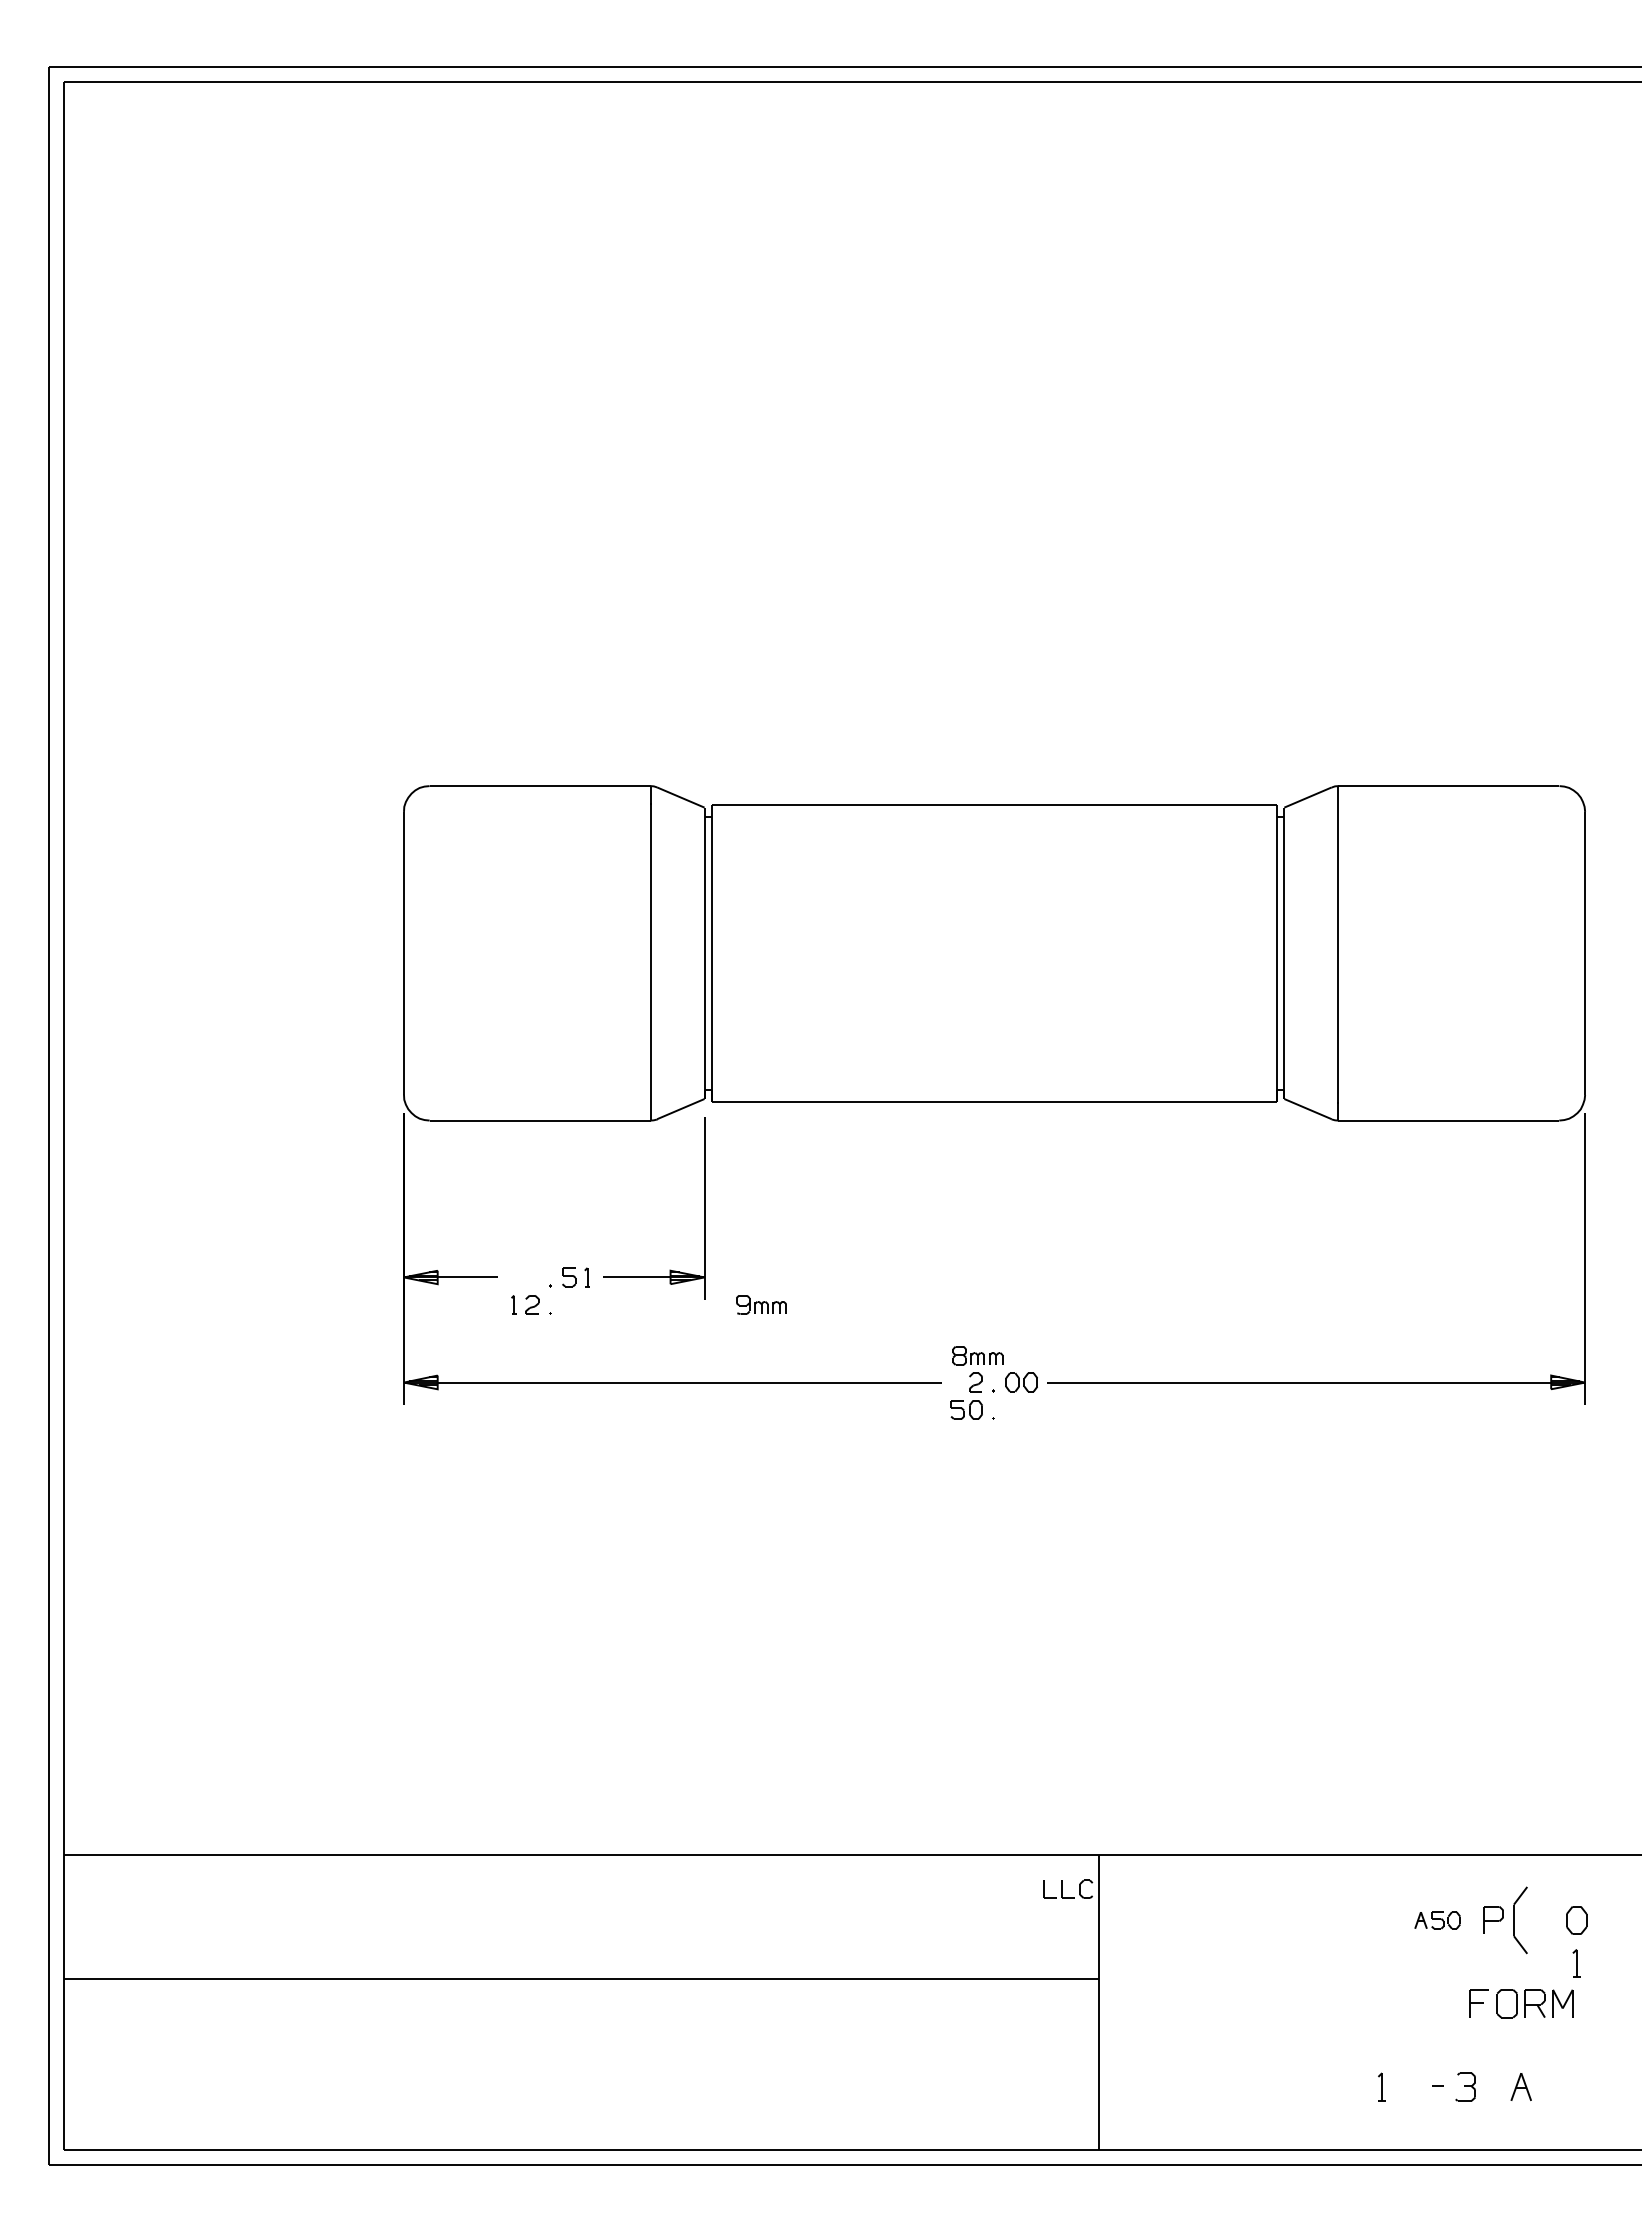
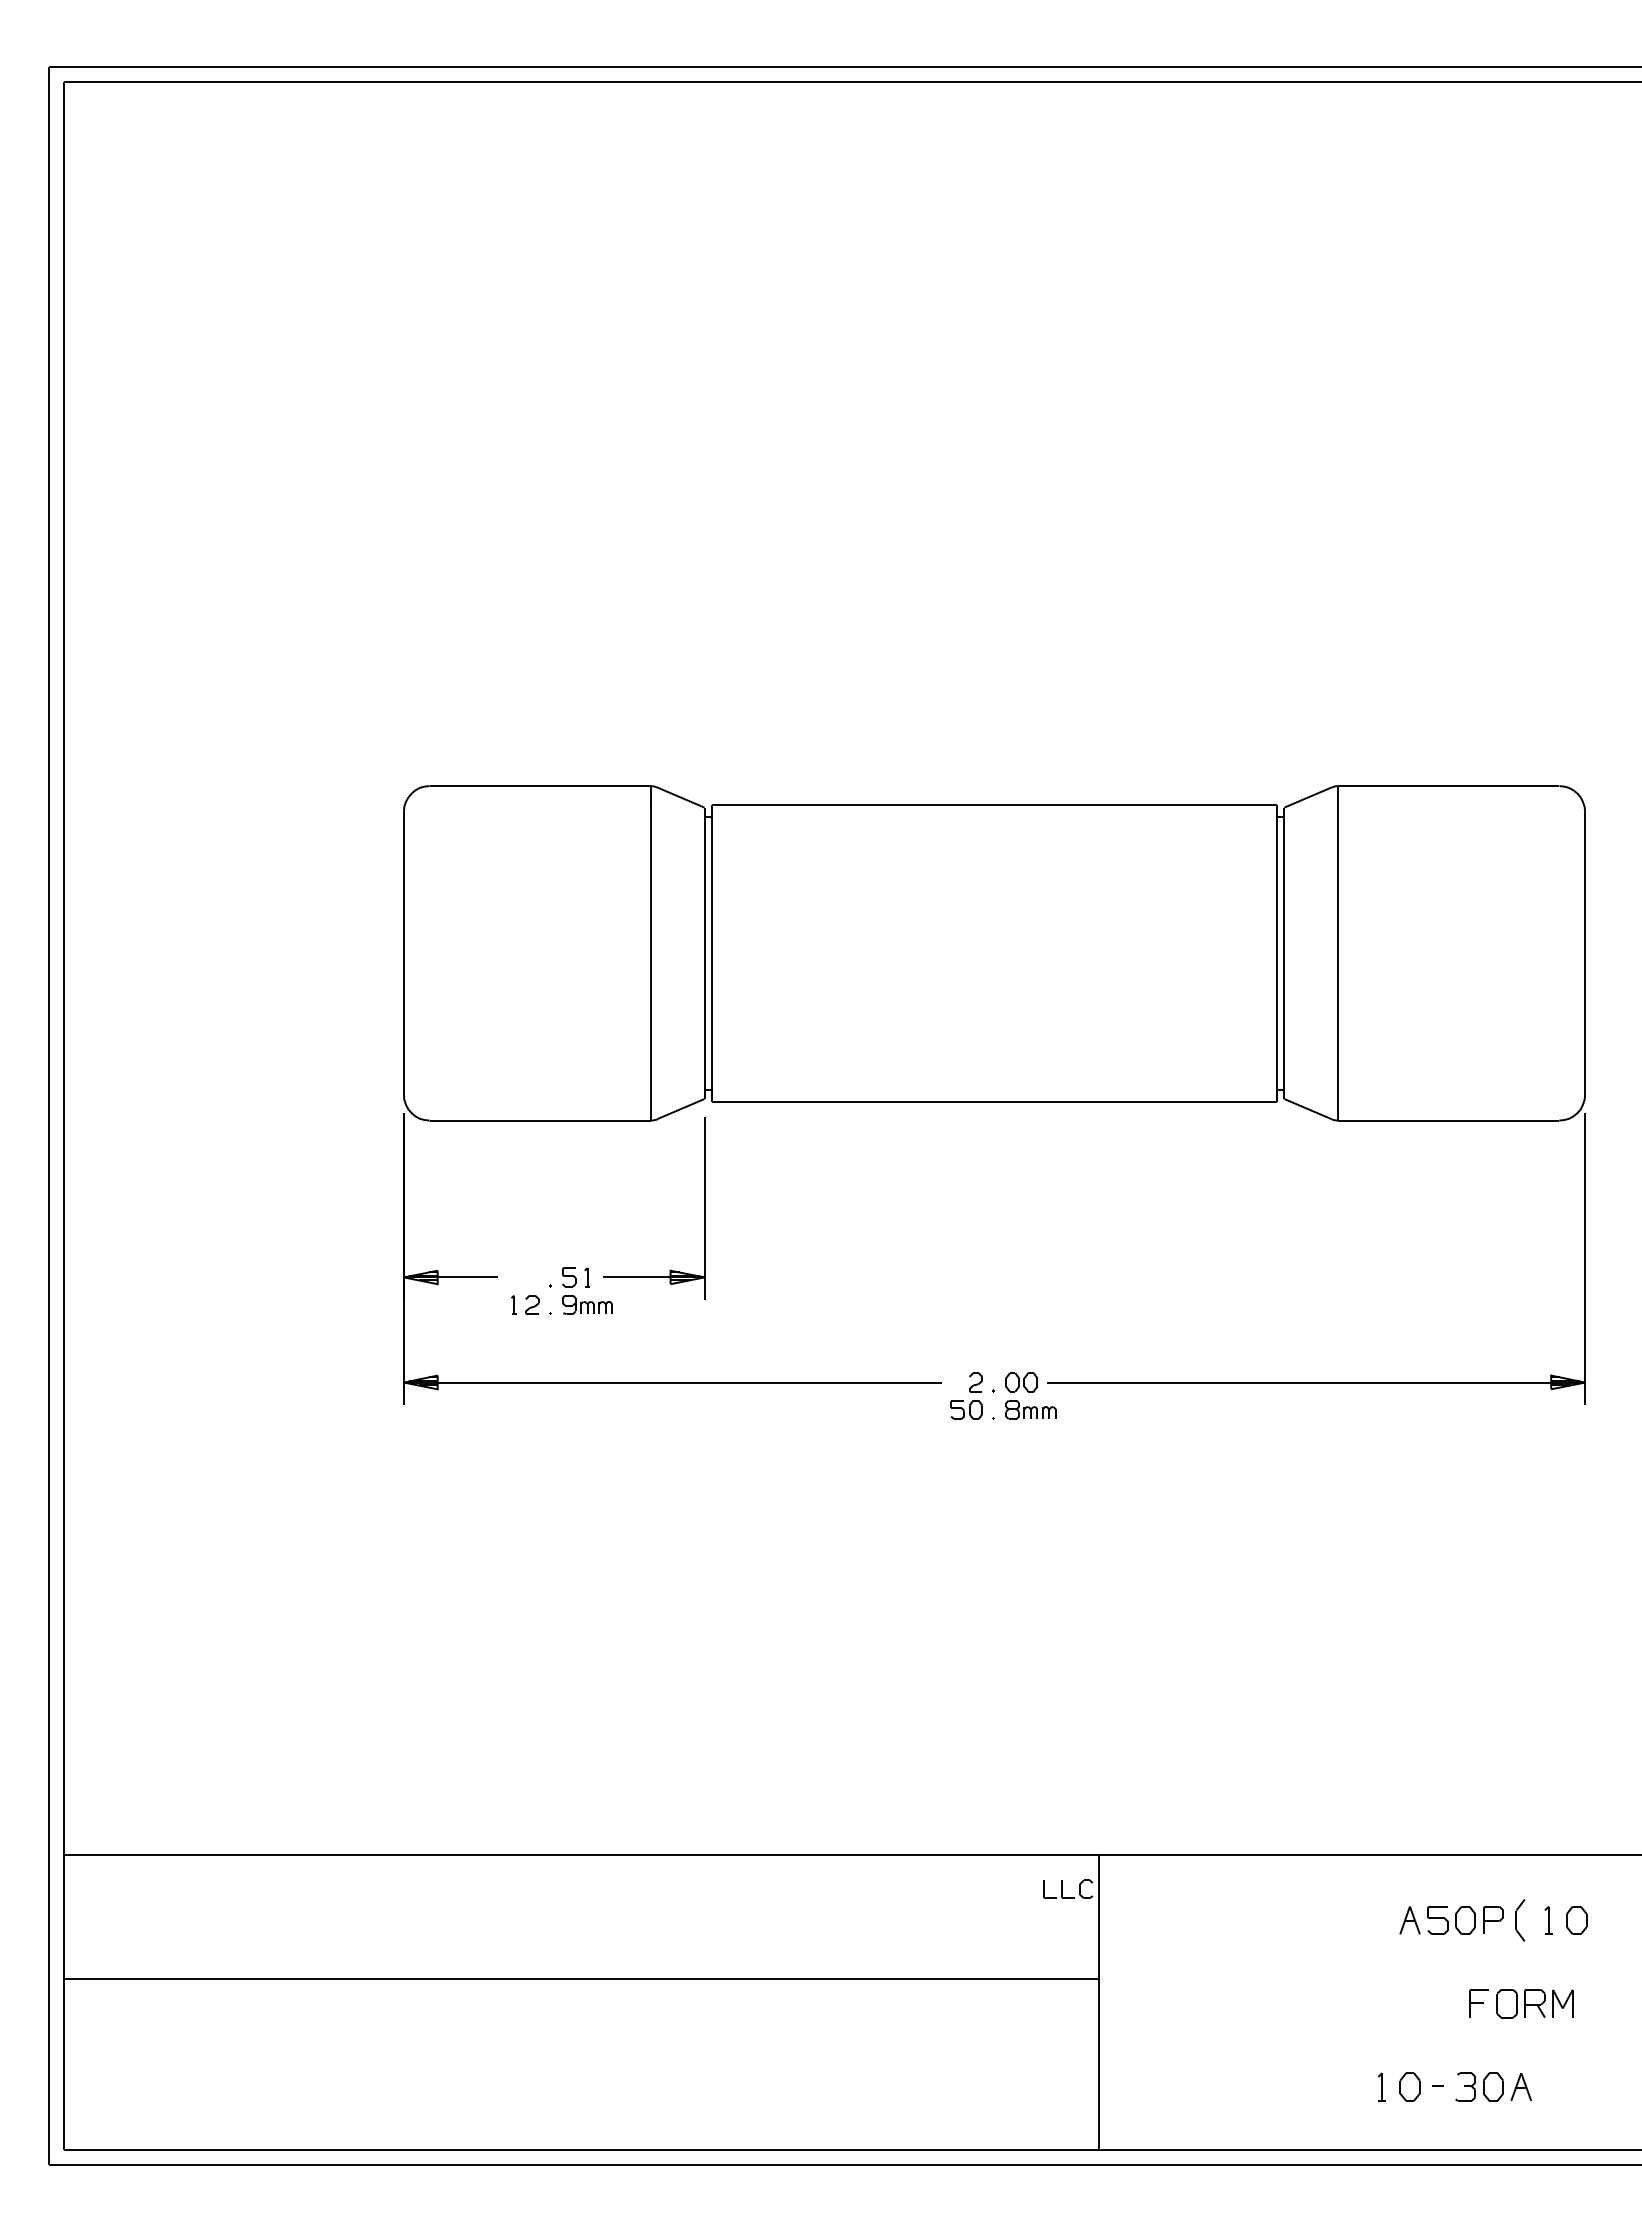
part at (761, 1304) position: (761, 1304) -> (587, 1304)
part at (977, 1355) position: (977, 1355) -> (1030, 1409)
part at (1437, 1920) size: 47x19 px -> 77x29 px
part at (1520, 1920) size: 15x69 px -> 11x43 px
part at (1576, 1963) position: (1576, 1963) -> (1548, 1920)
part at (1409, 2086): none -> present
part at (1493, 2086): none -> present
